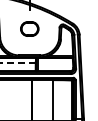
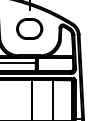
part at (29, 28) size: 20x16 px -> 28x22 px
line at (17, 62): dashed -> solid
